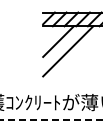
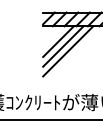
line at (63, 46): none -> present
line at (51, 119): dashed -> solid
